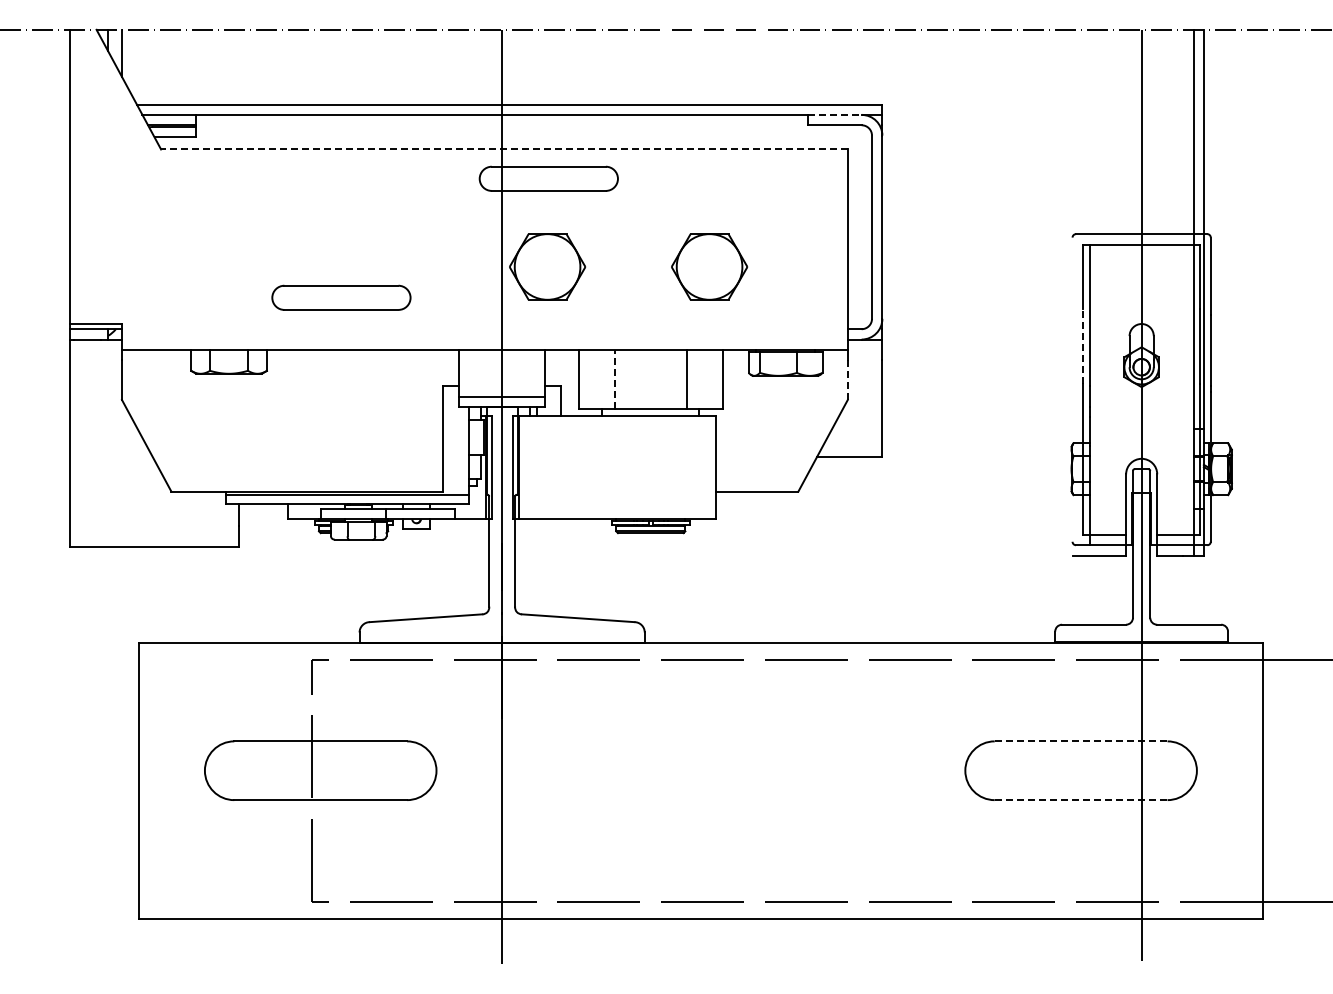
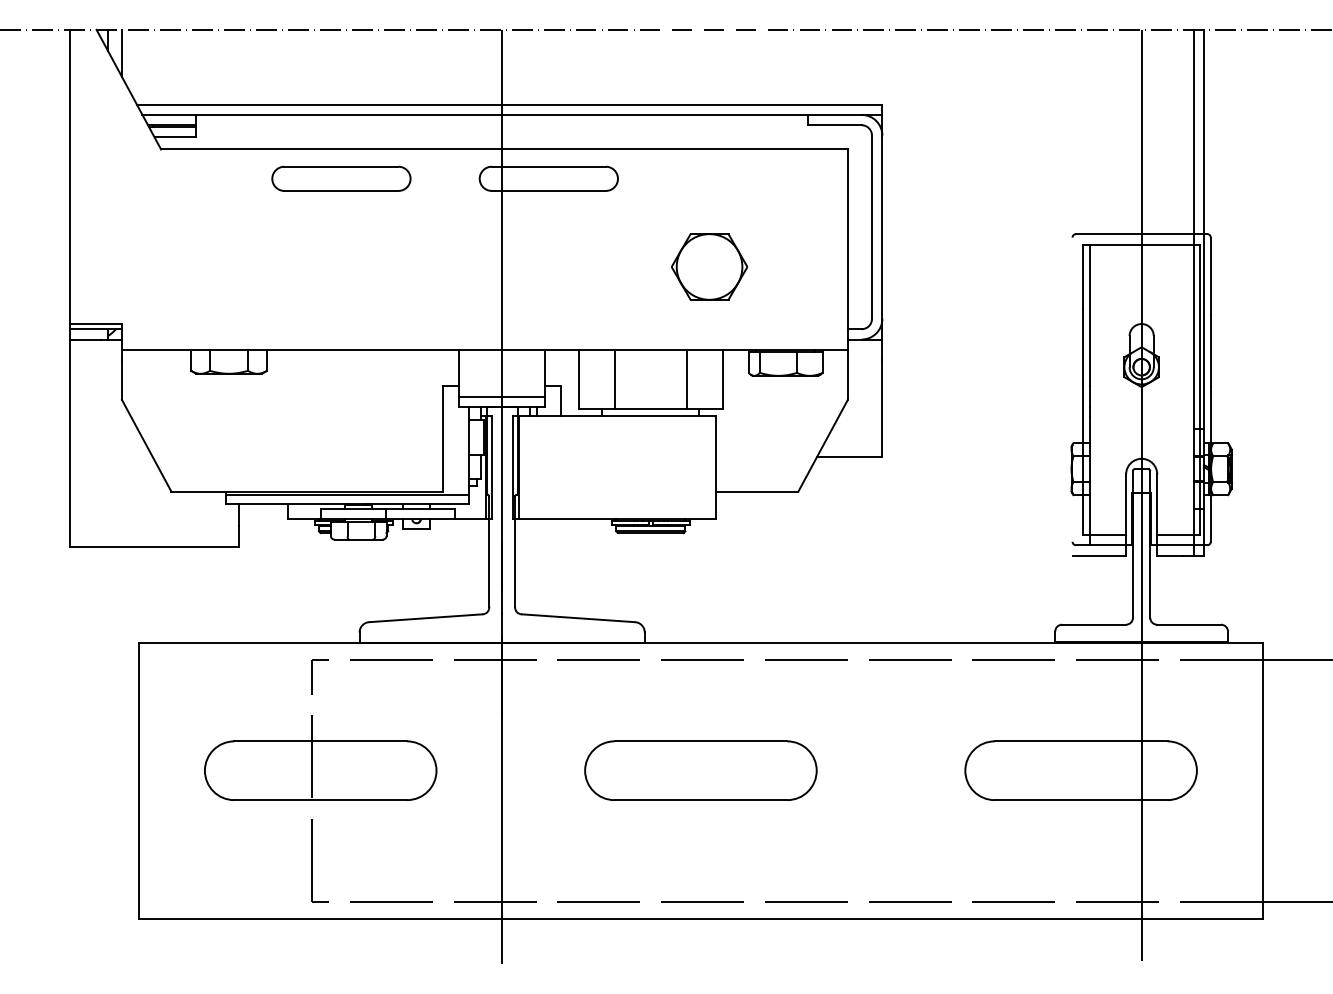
line at (834, 114): dashed -> solid
line at (503, 149): dashed -> solid
part at (547, 266): present -> none
part at (341, 297) position: (341, 297) -> (341, 178)
line at (1082, 346): dashed -> solid
line at (614, 378): dashed -> solid
line at (847, 380): dashed -> solid
line at (1081, 741): dashed -> solid
part at (700, 770): none -> present
line at (1081, 800): dashed -> solid
